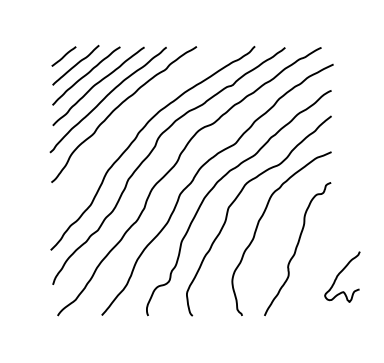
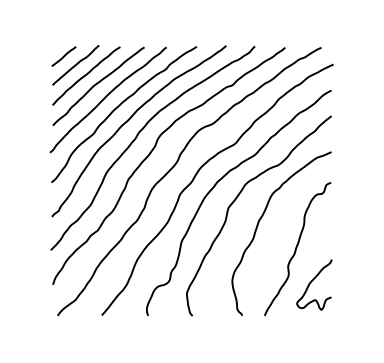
curve at (128, 121): none -> present
curve at (339, 275) position: (339, 275) -> (311, 283)
